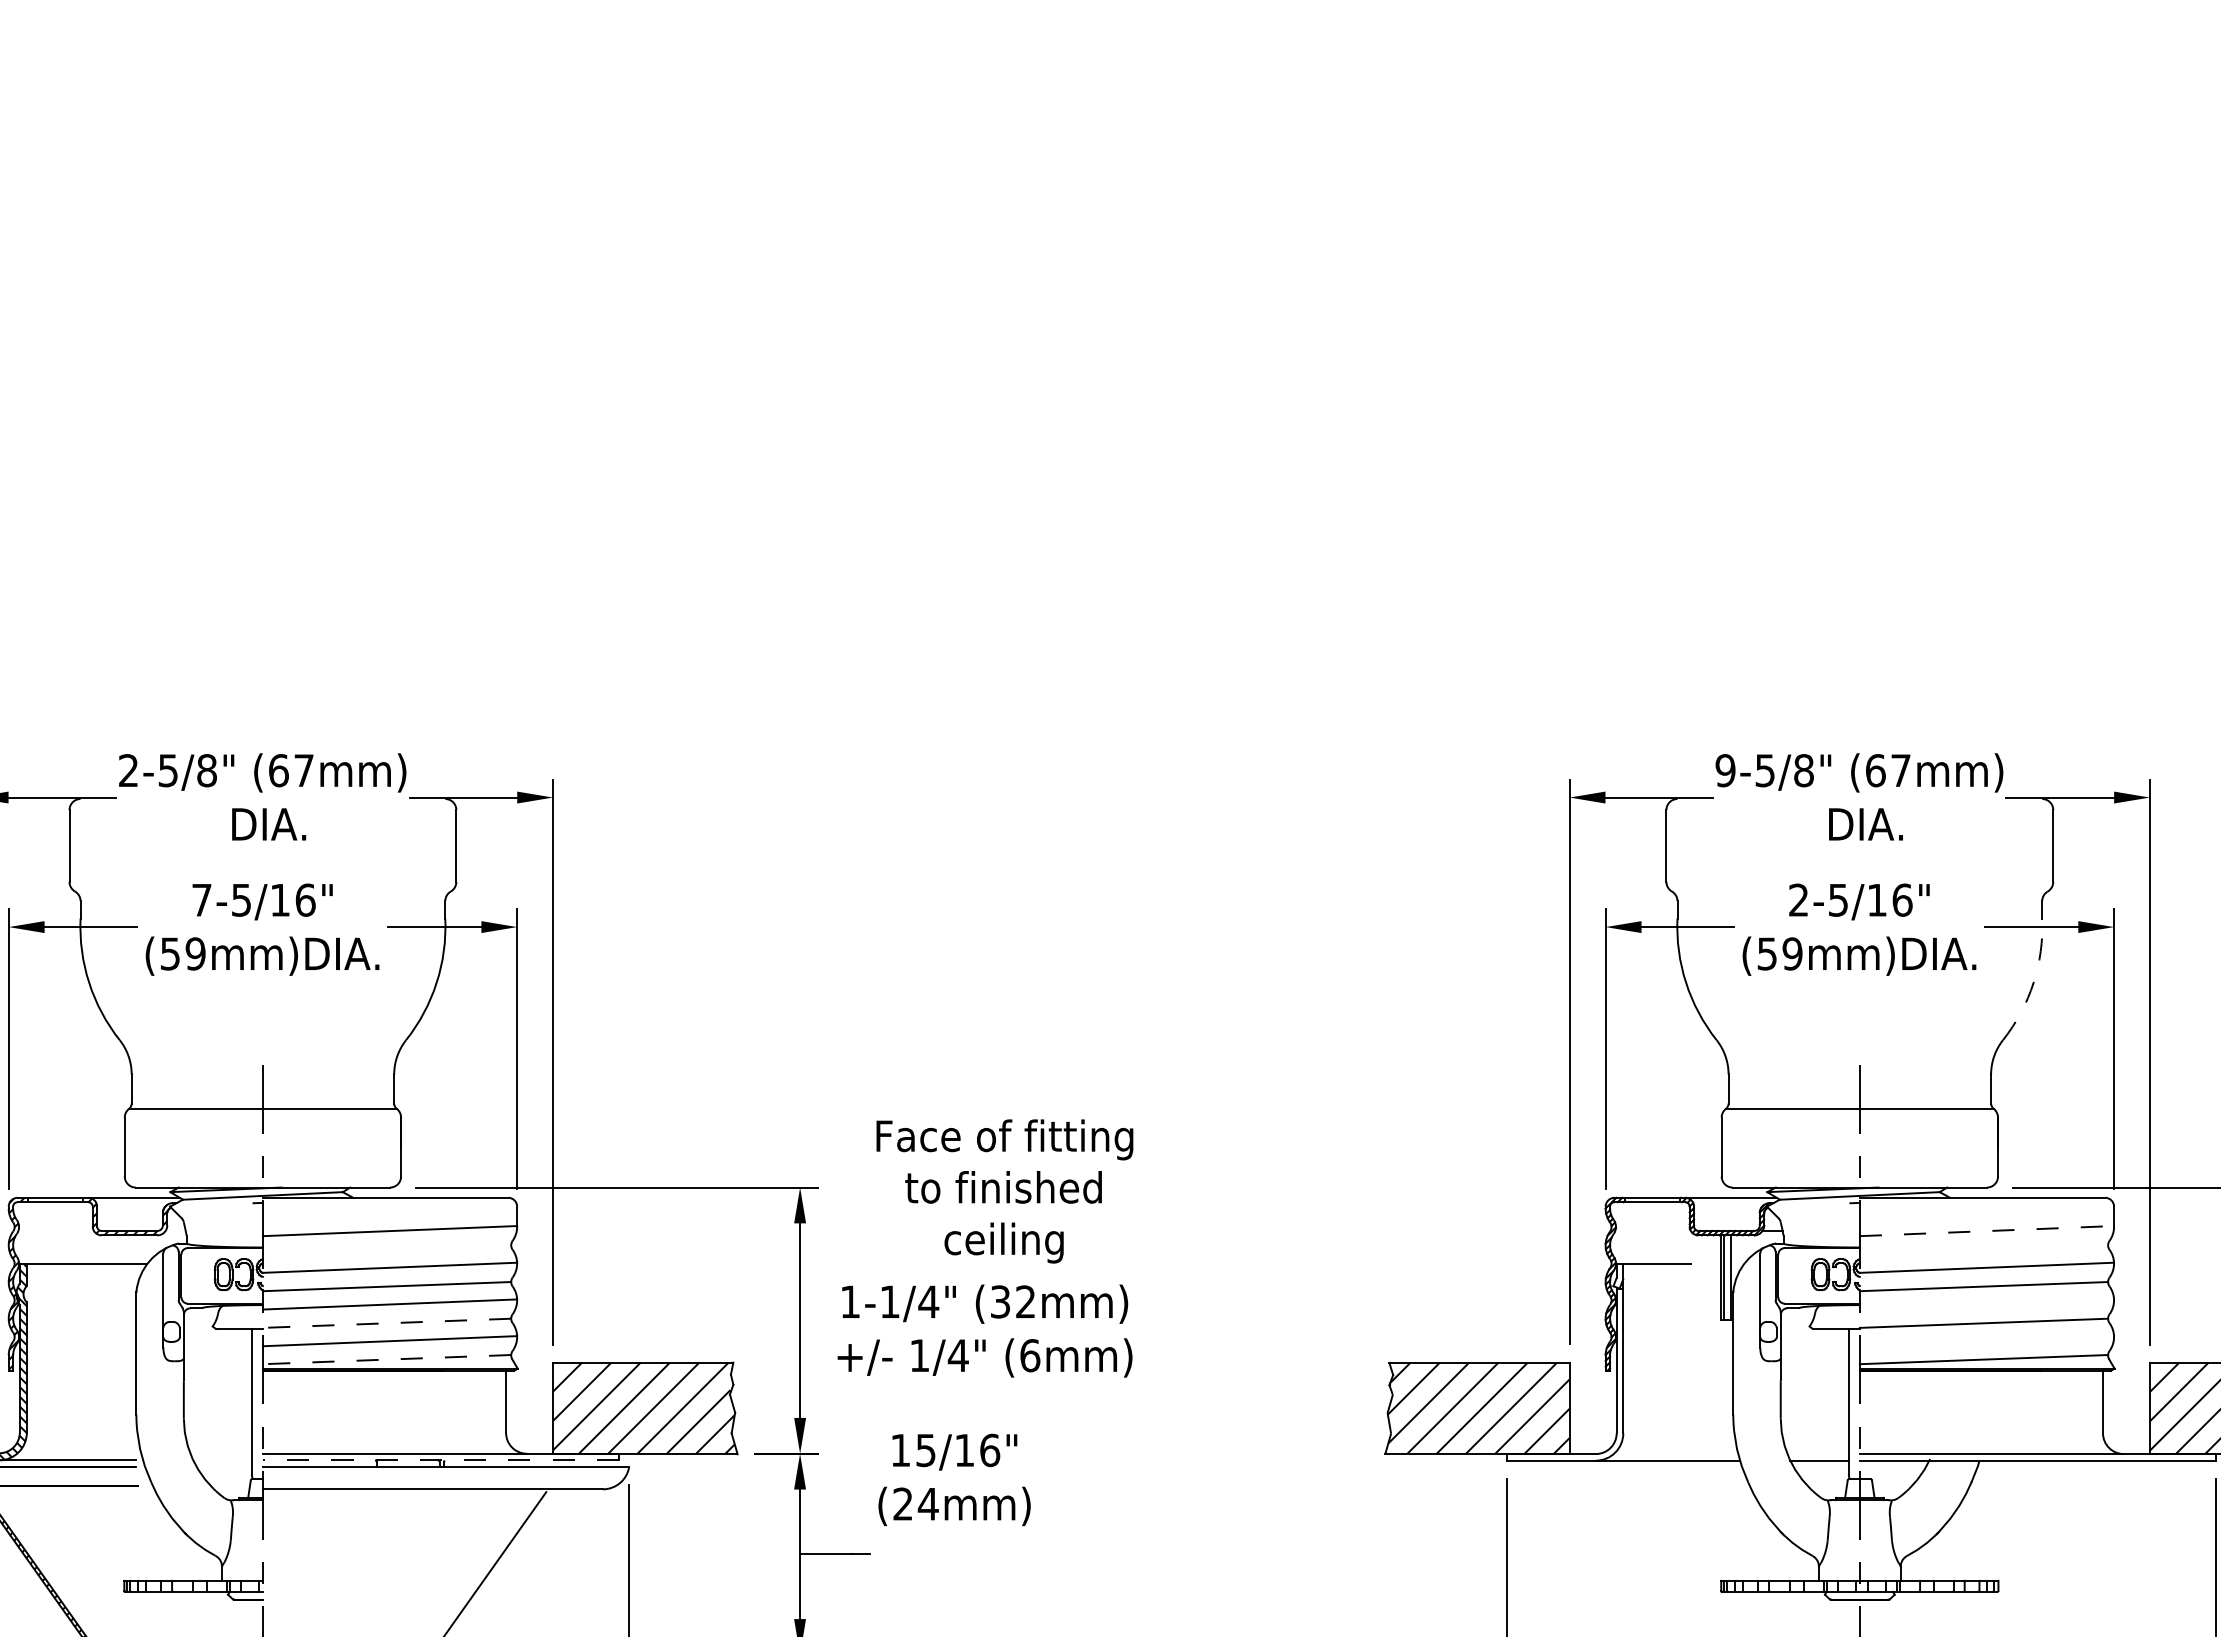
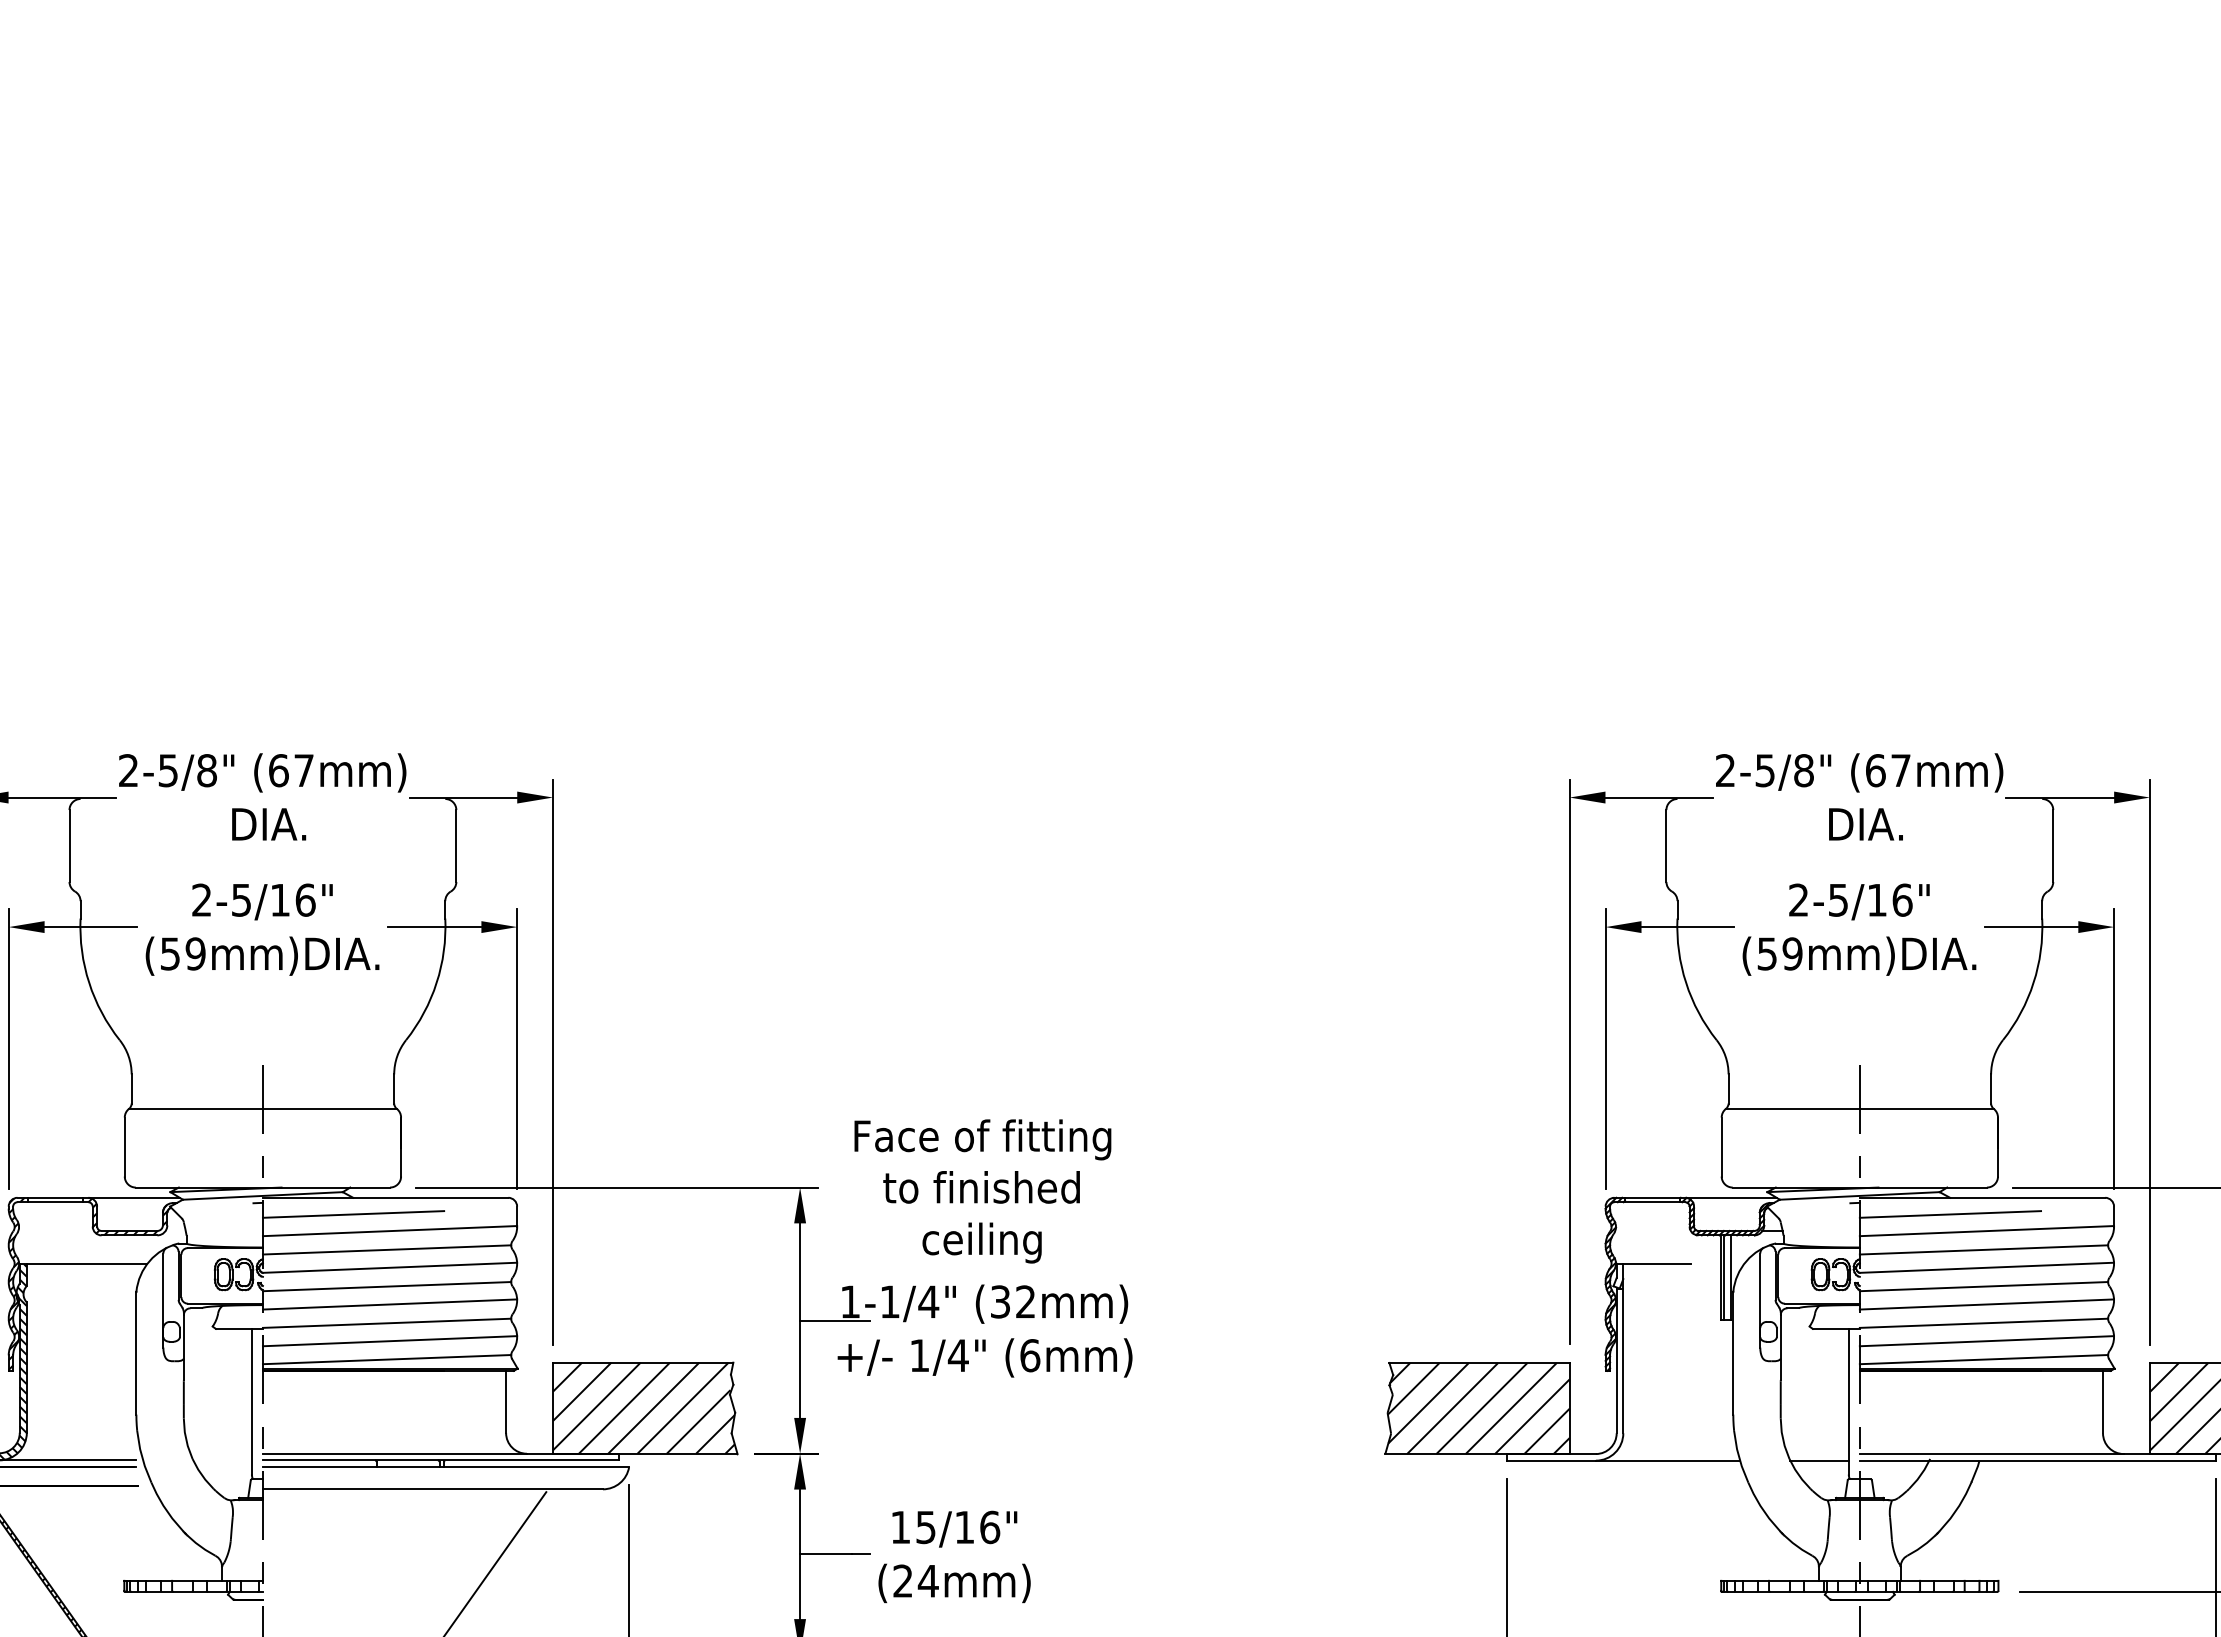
text at (1725, 770): 9-5/8" -> 2-5/8"
text at (201, 899): 7-5/16" -> 2-5/16"
arc at (2033, 982): dashed -> solid
text at (1004, 1191) position: (1004, 1191) -> (982, 1191)
line at (353, 1214): none -> present
line at (1950, 1214): none -> present
line at (1987, 1231): dashed -> solid
line at (386, 1249): none -> present
line at (1983, 1249): none -> present
line at (1986, 1304): none -> present
line at (834, 1320): none -> present
line at (386, 1323): dashed -> solid
line at (1986, 1341): none -> present
line at (386, 1359): dashed -> solid
line at (440, 1460): dashed -> solid
text at (954, 1479) position: (954, 1479) -> (954, 1556)
line at (2118, 1591): none -> present
